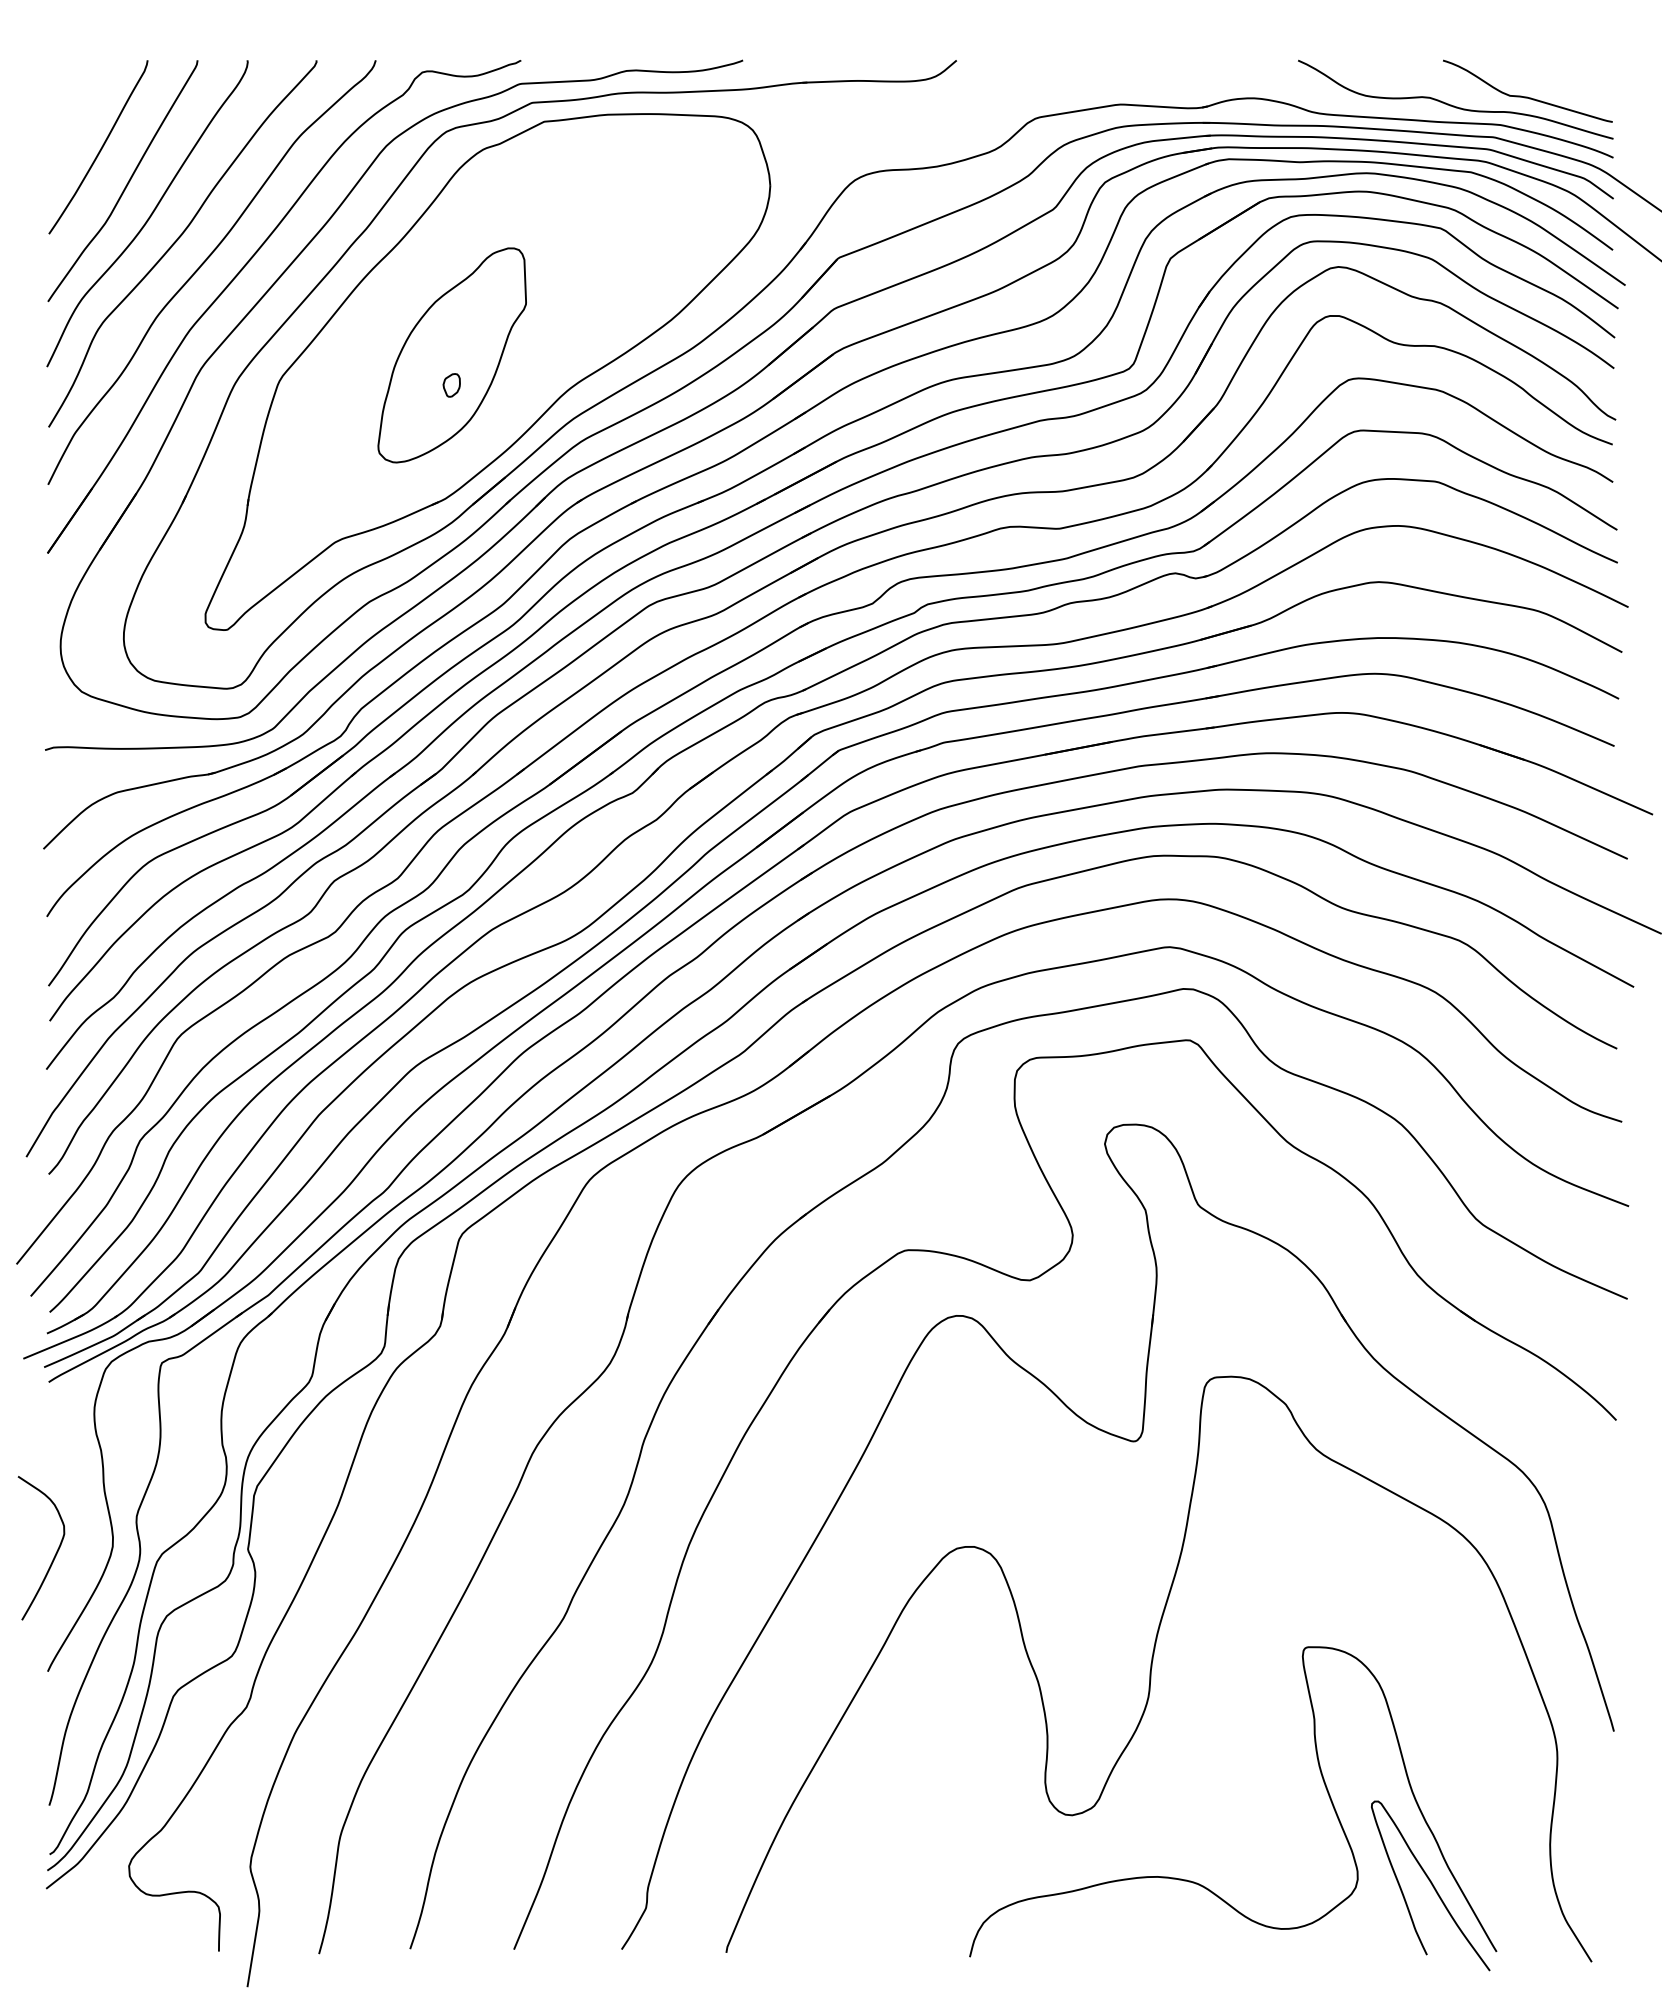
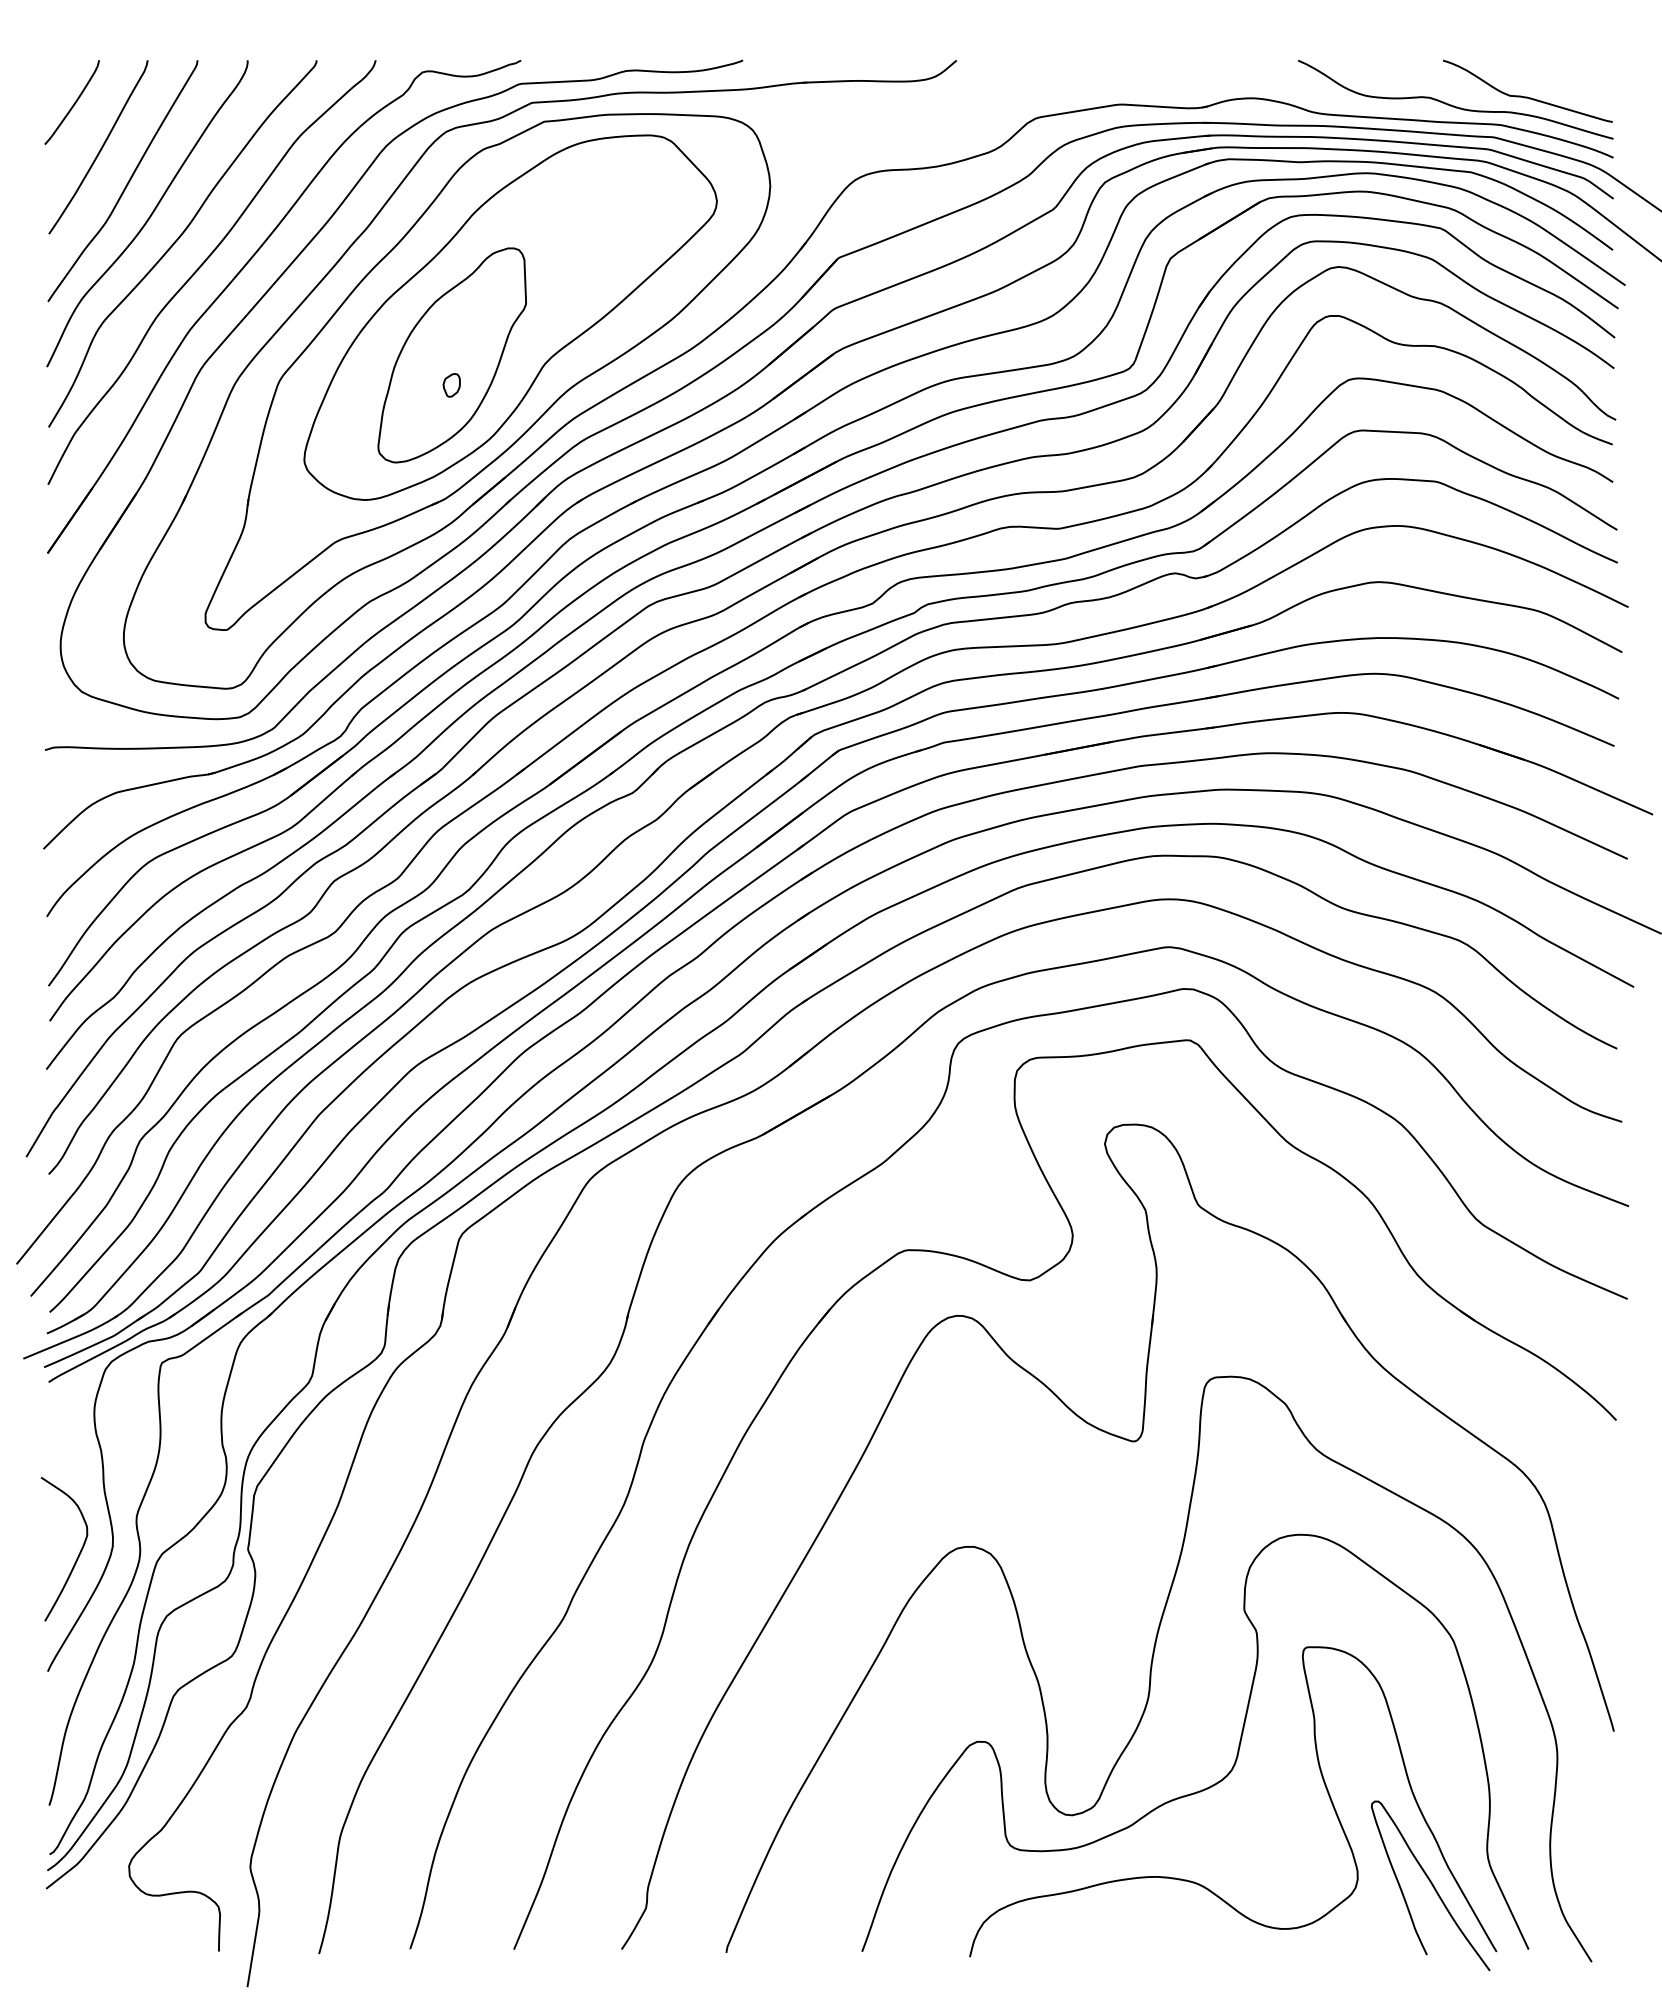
curve at (73, 103): none -> present
part at (510, 317): none -> present
curve at (54, 1555) position: (54, 1555) -> (77, 1556)
curve at (1237, 1749): none -> present
